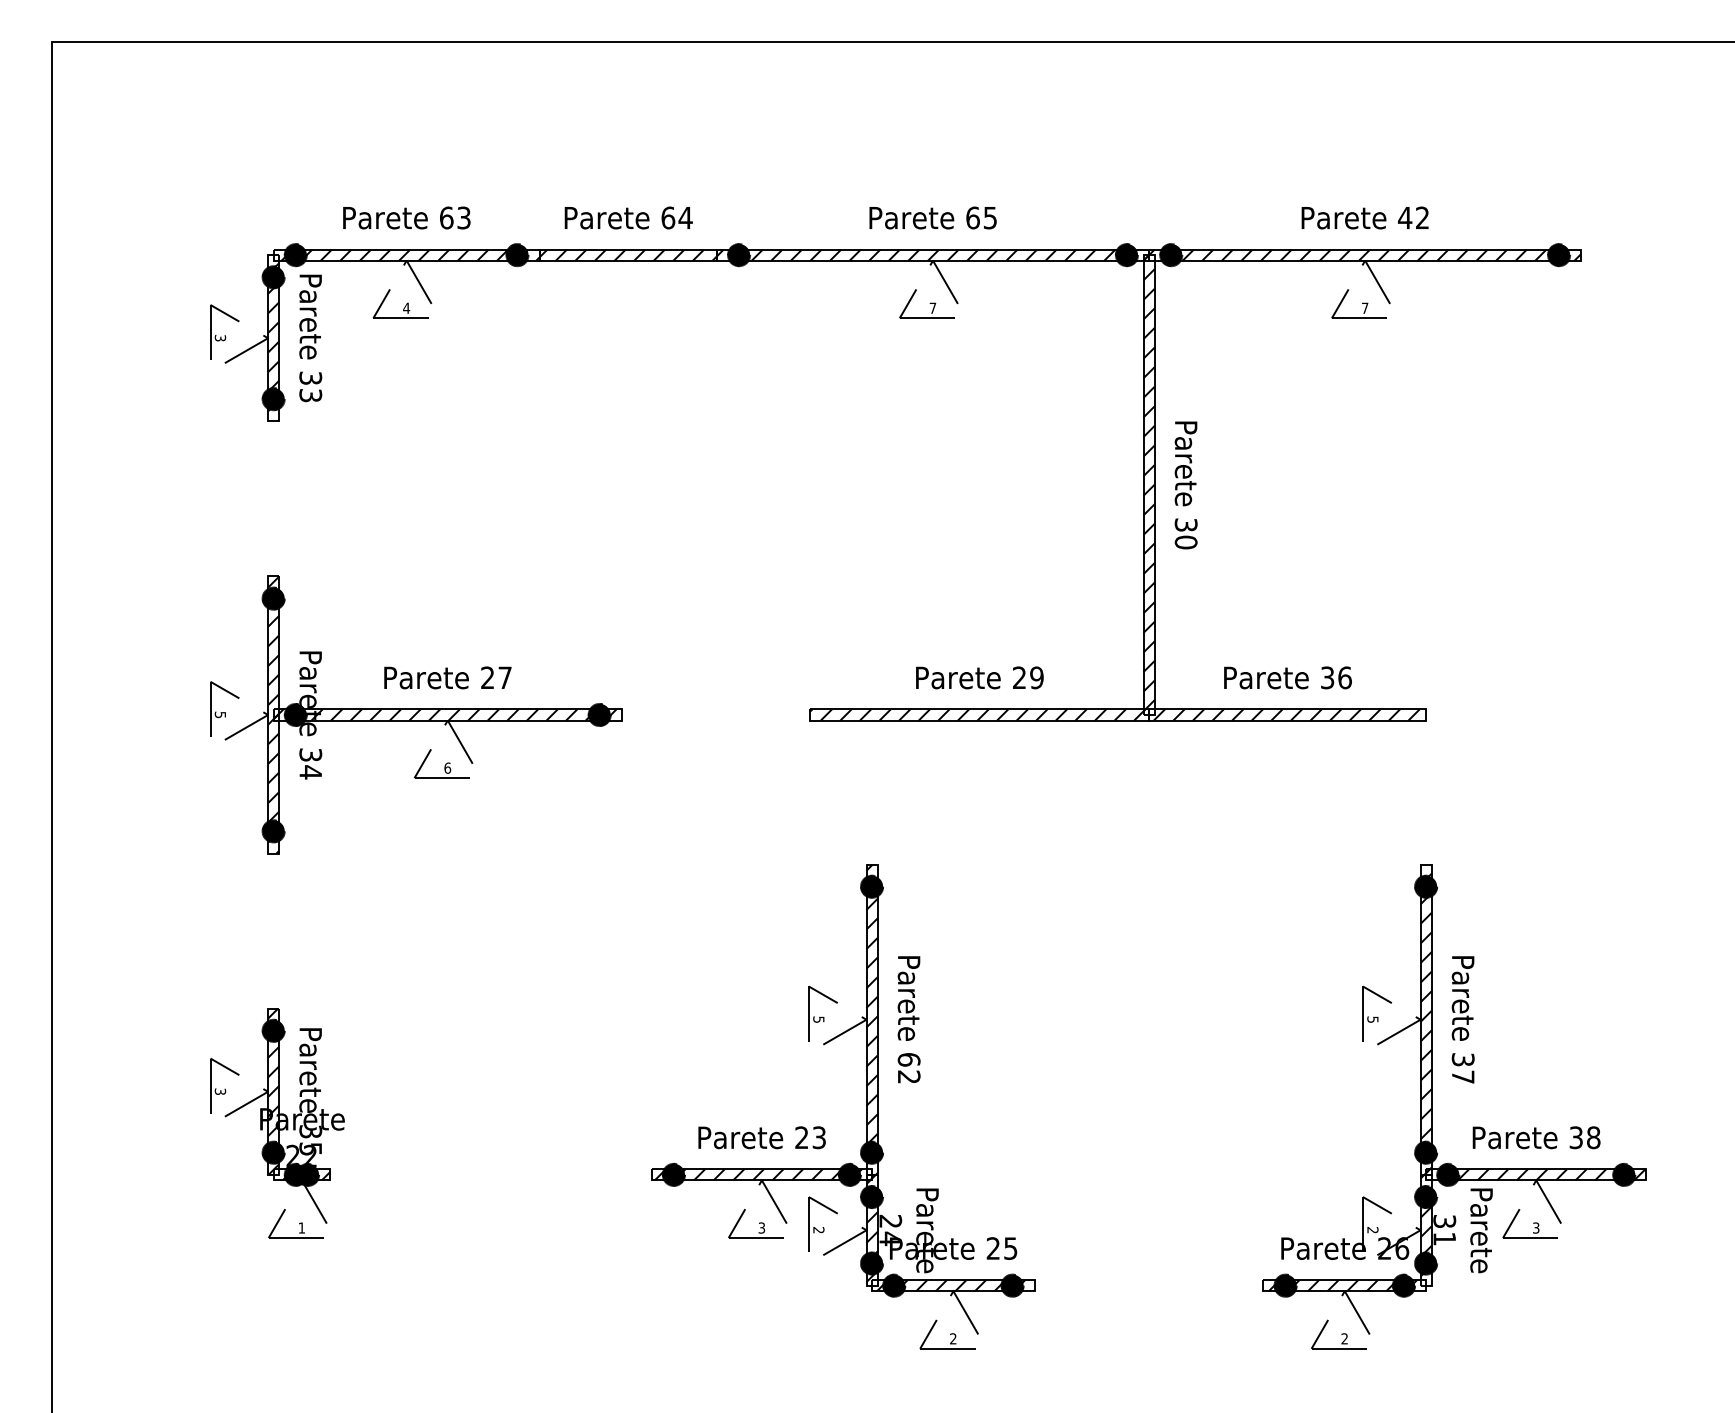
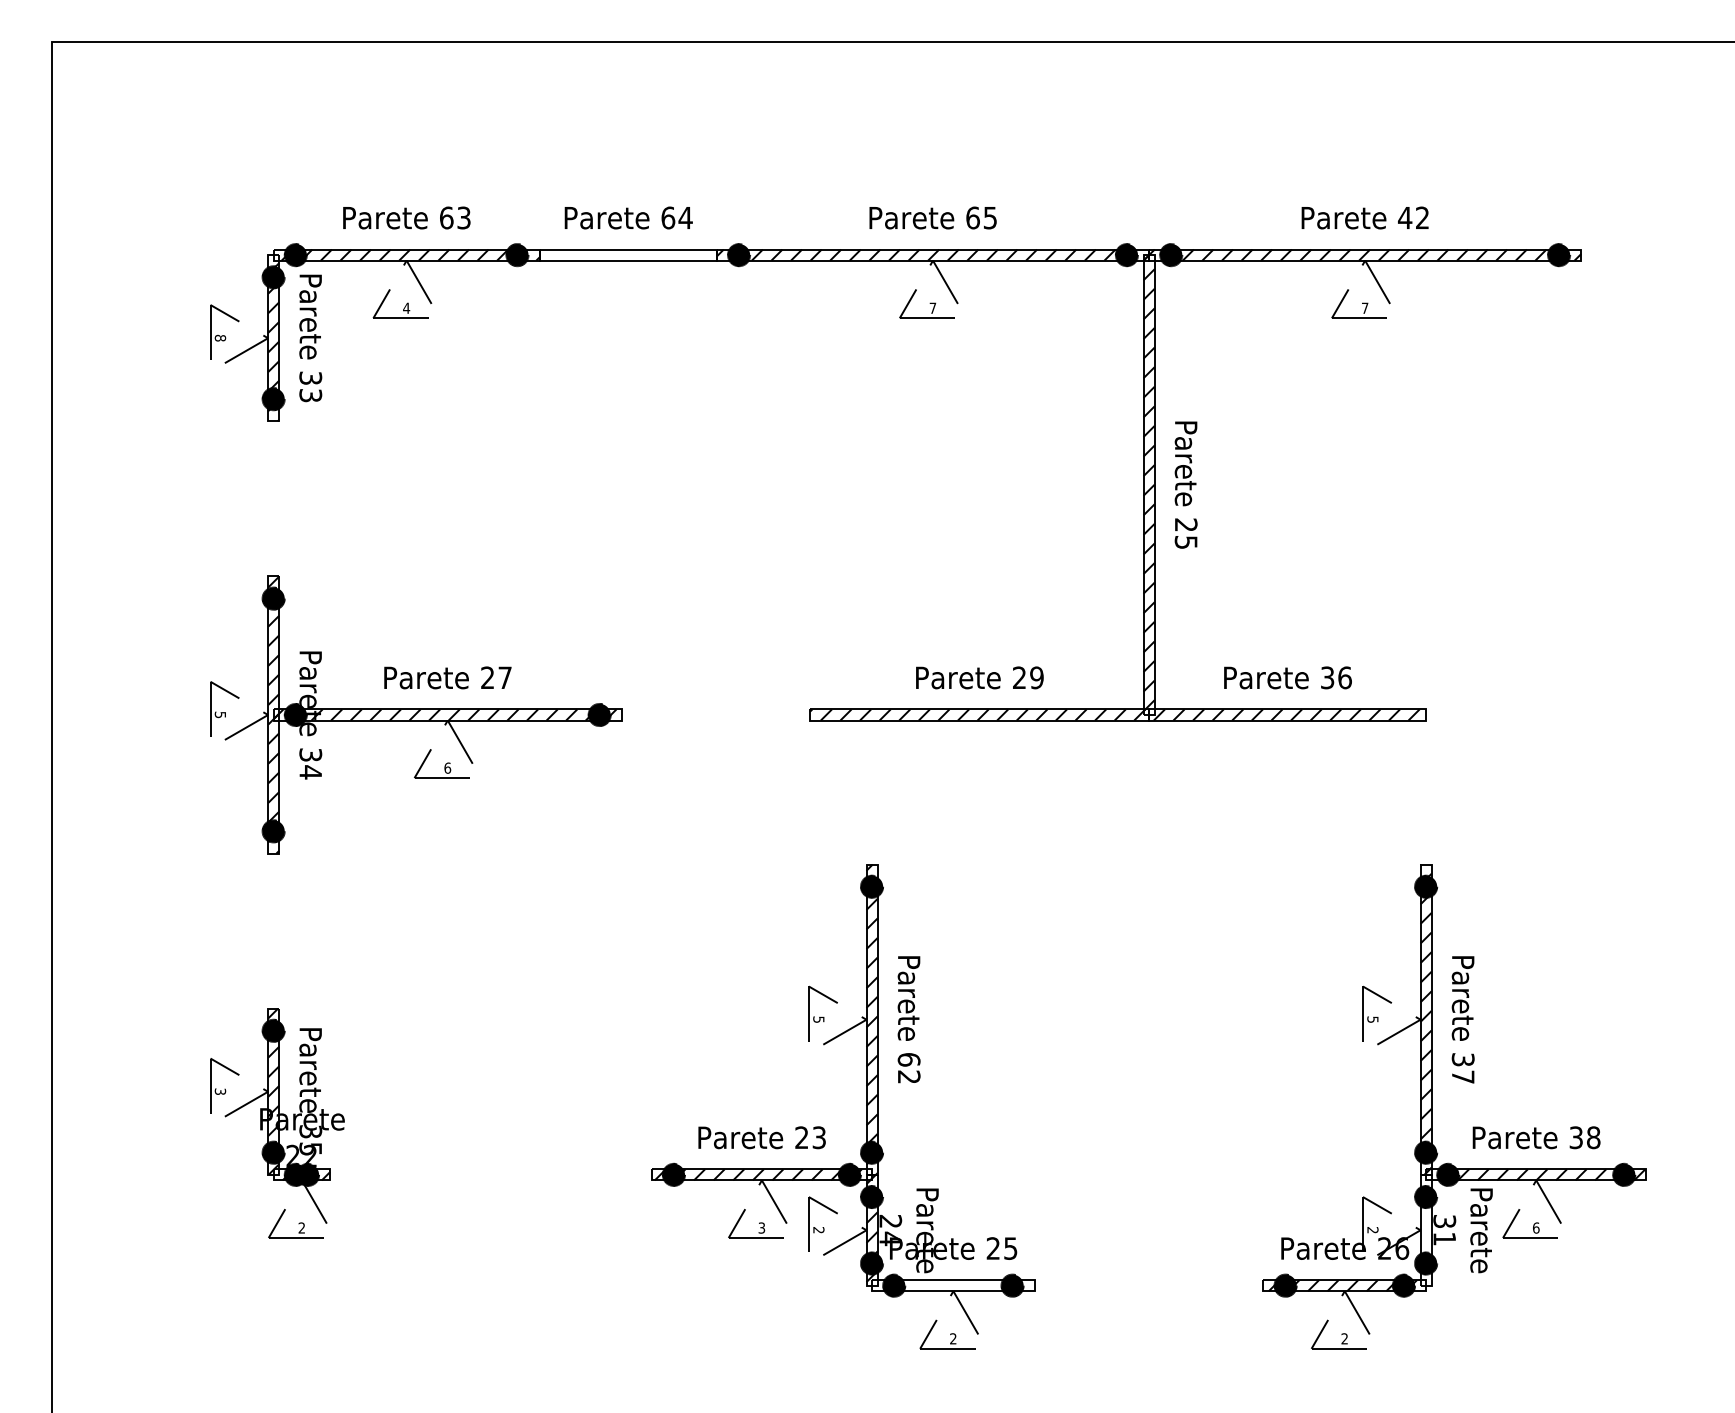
hatch at (627, 254): present -> none
text at (219, 337): 3 -> 8
text at (1185, 533): 30 -> 25
text at (301, 1227): 1 -> 2
text at (1536, 1227): 3 -> 6
hatch at (1425, 1229): present -> none
hatch at (955, 1285): present -> none
